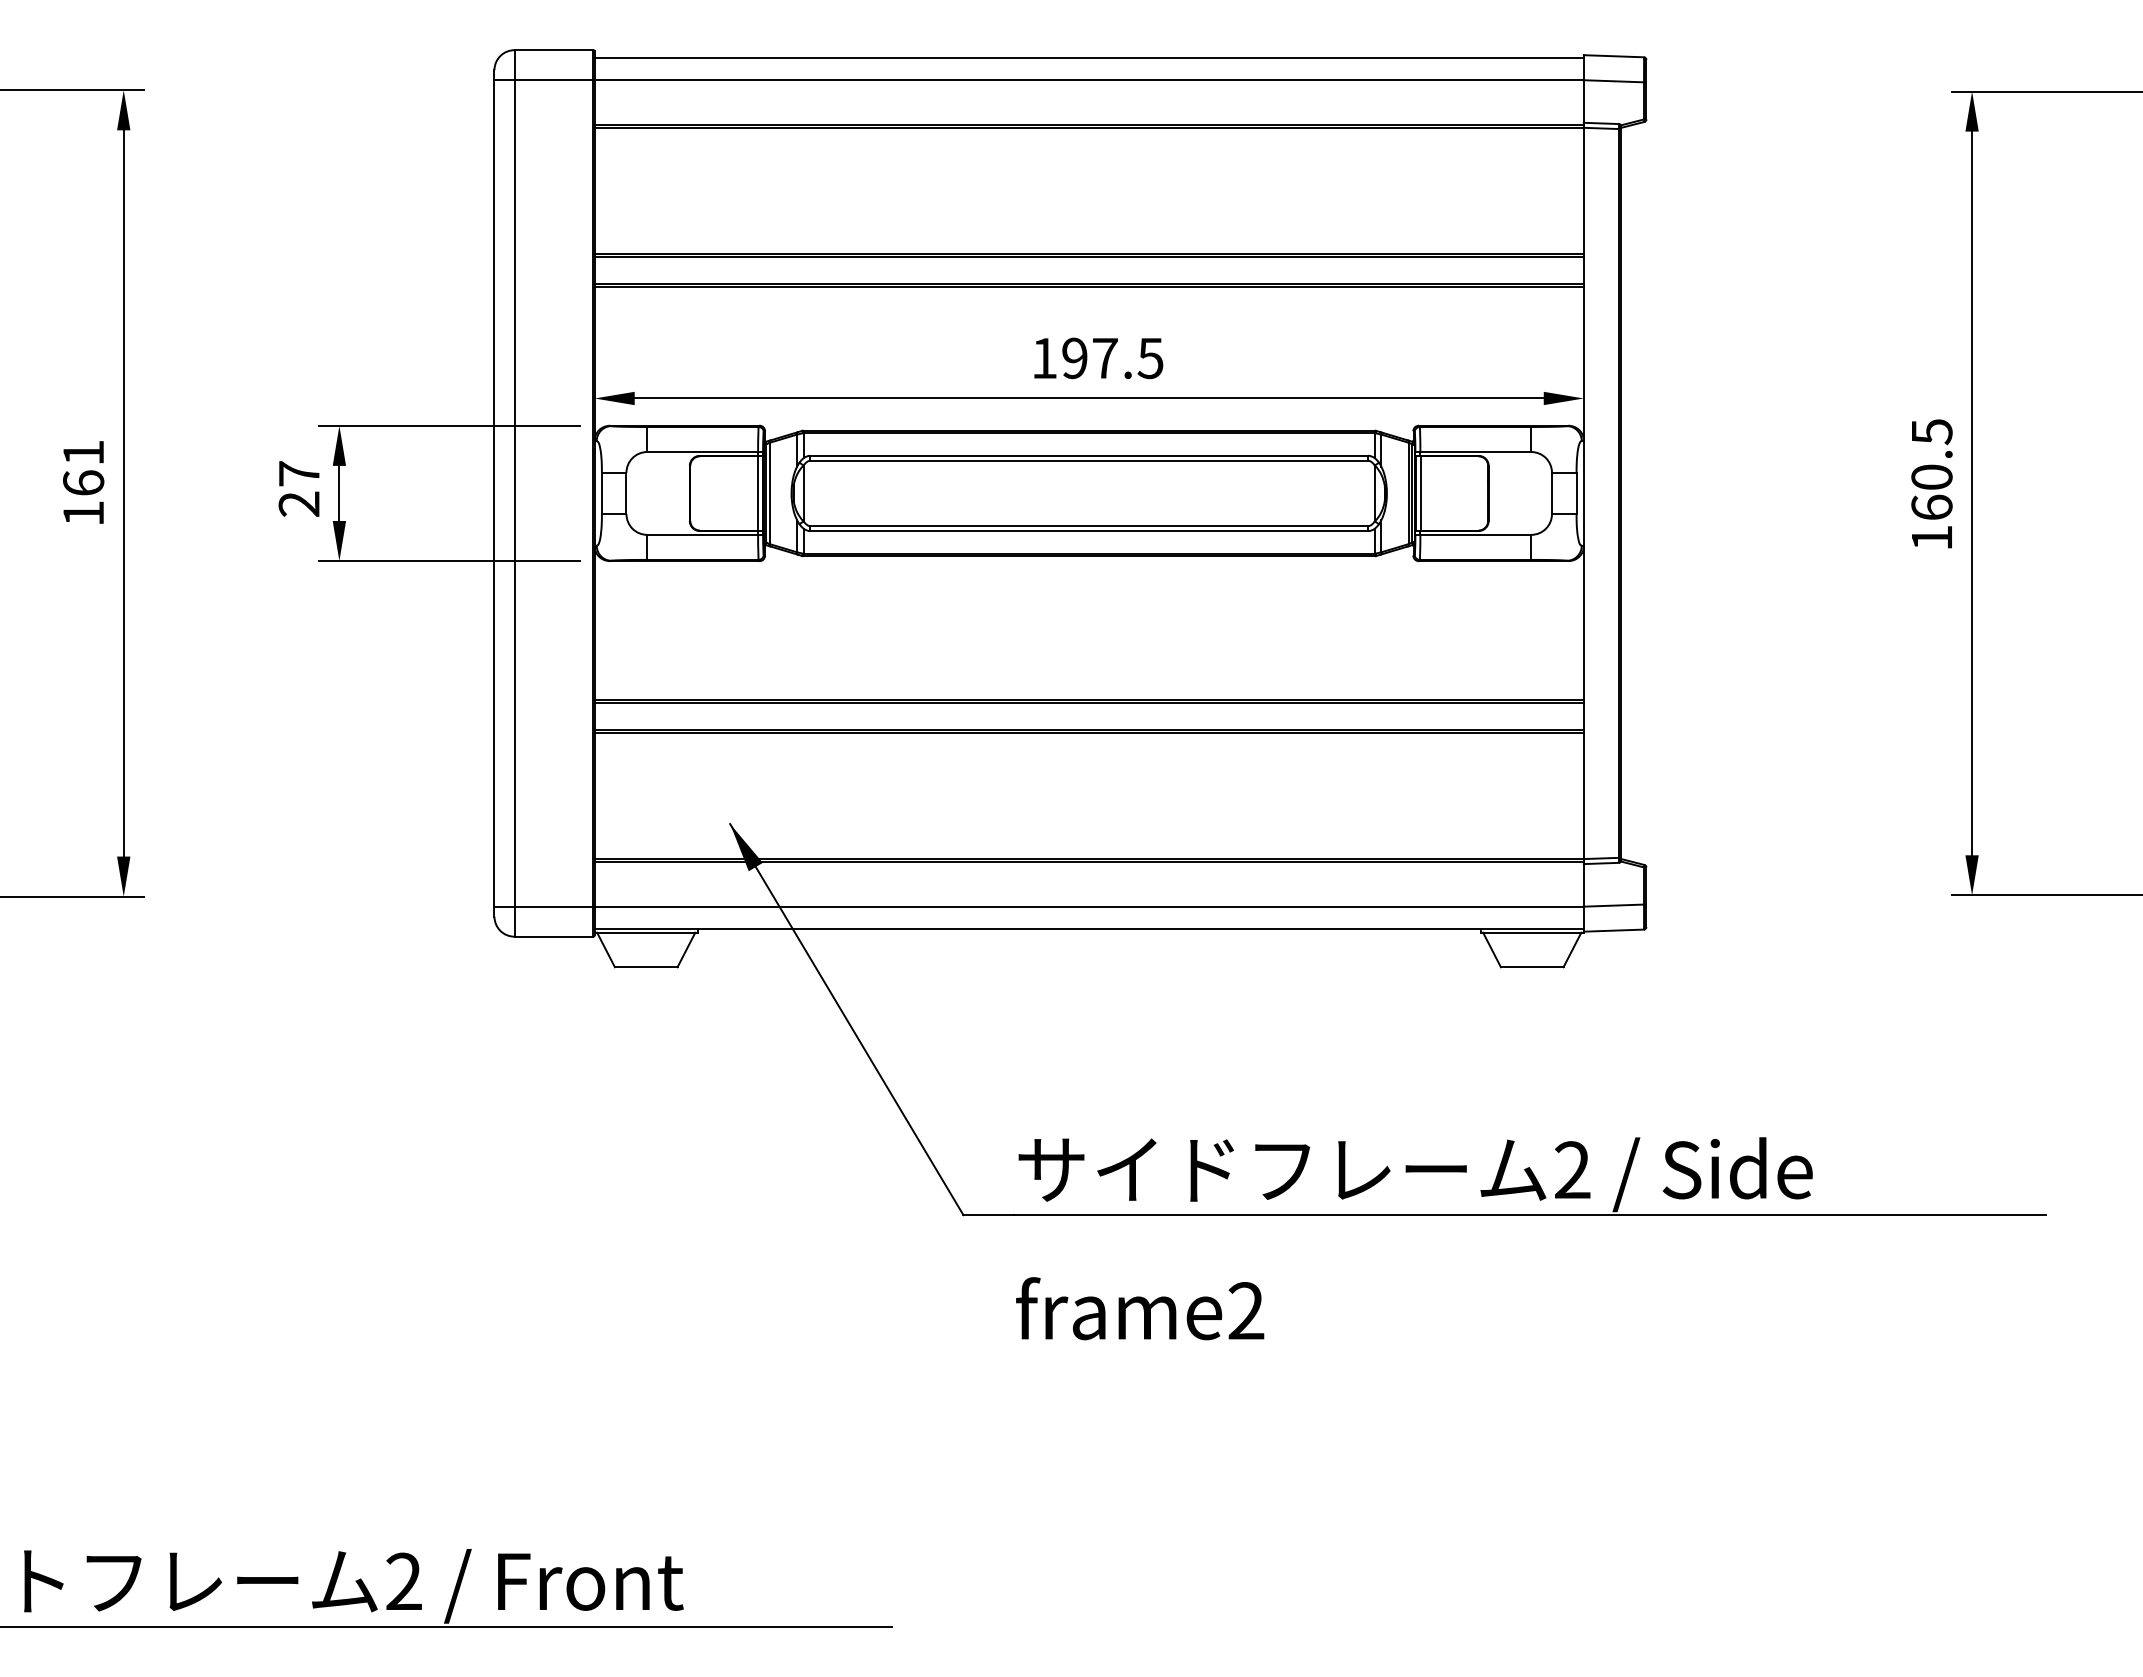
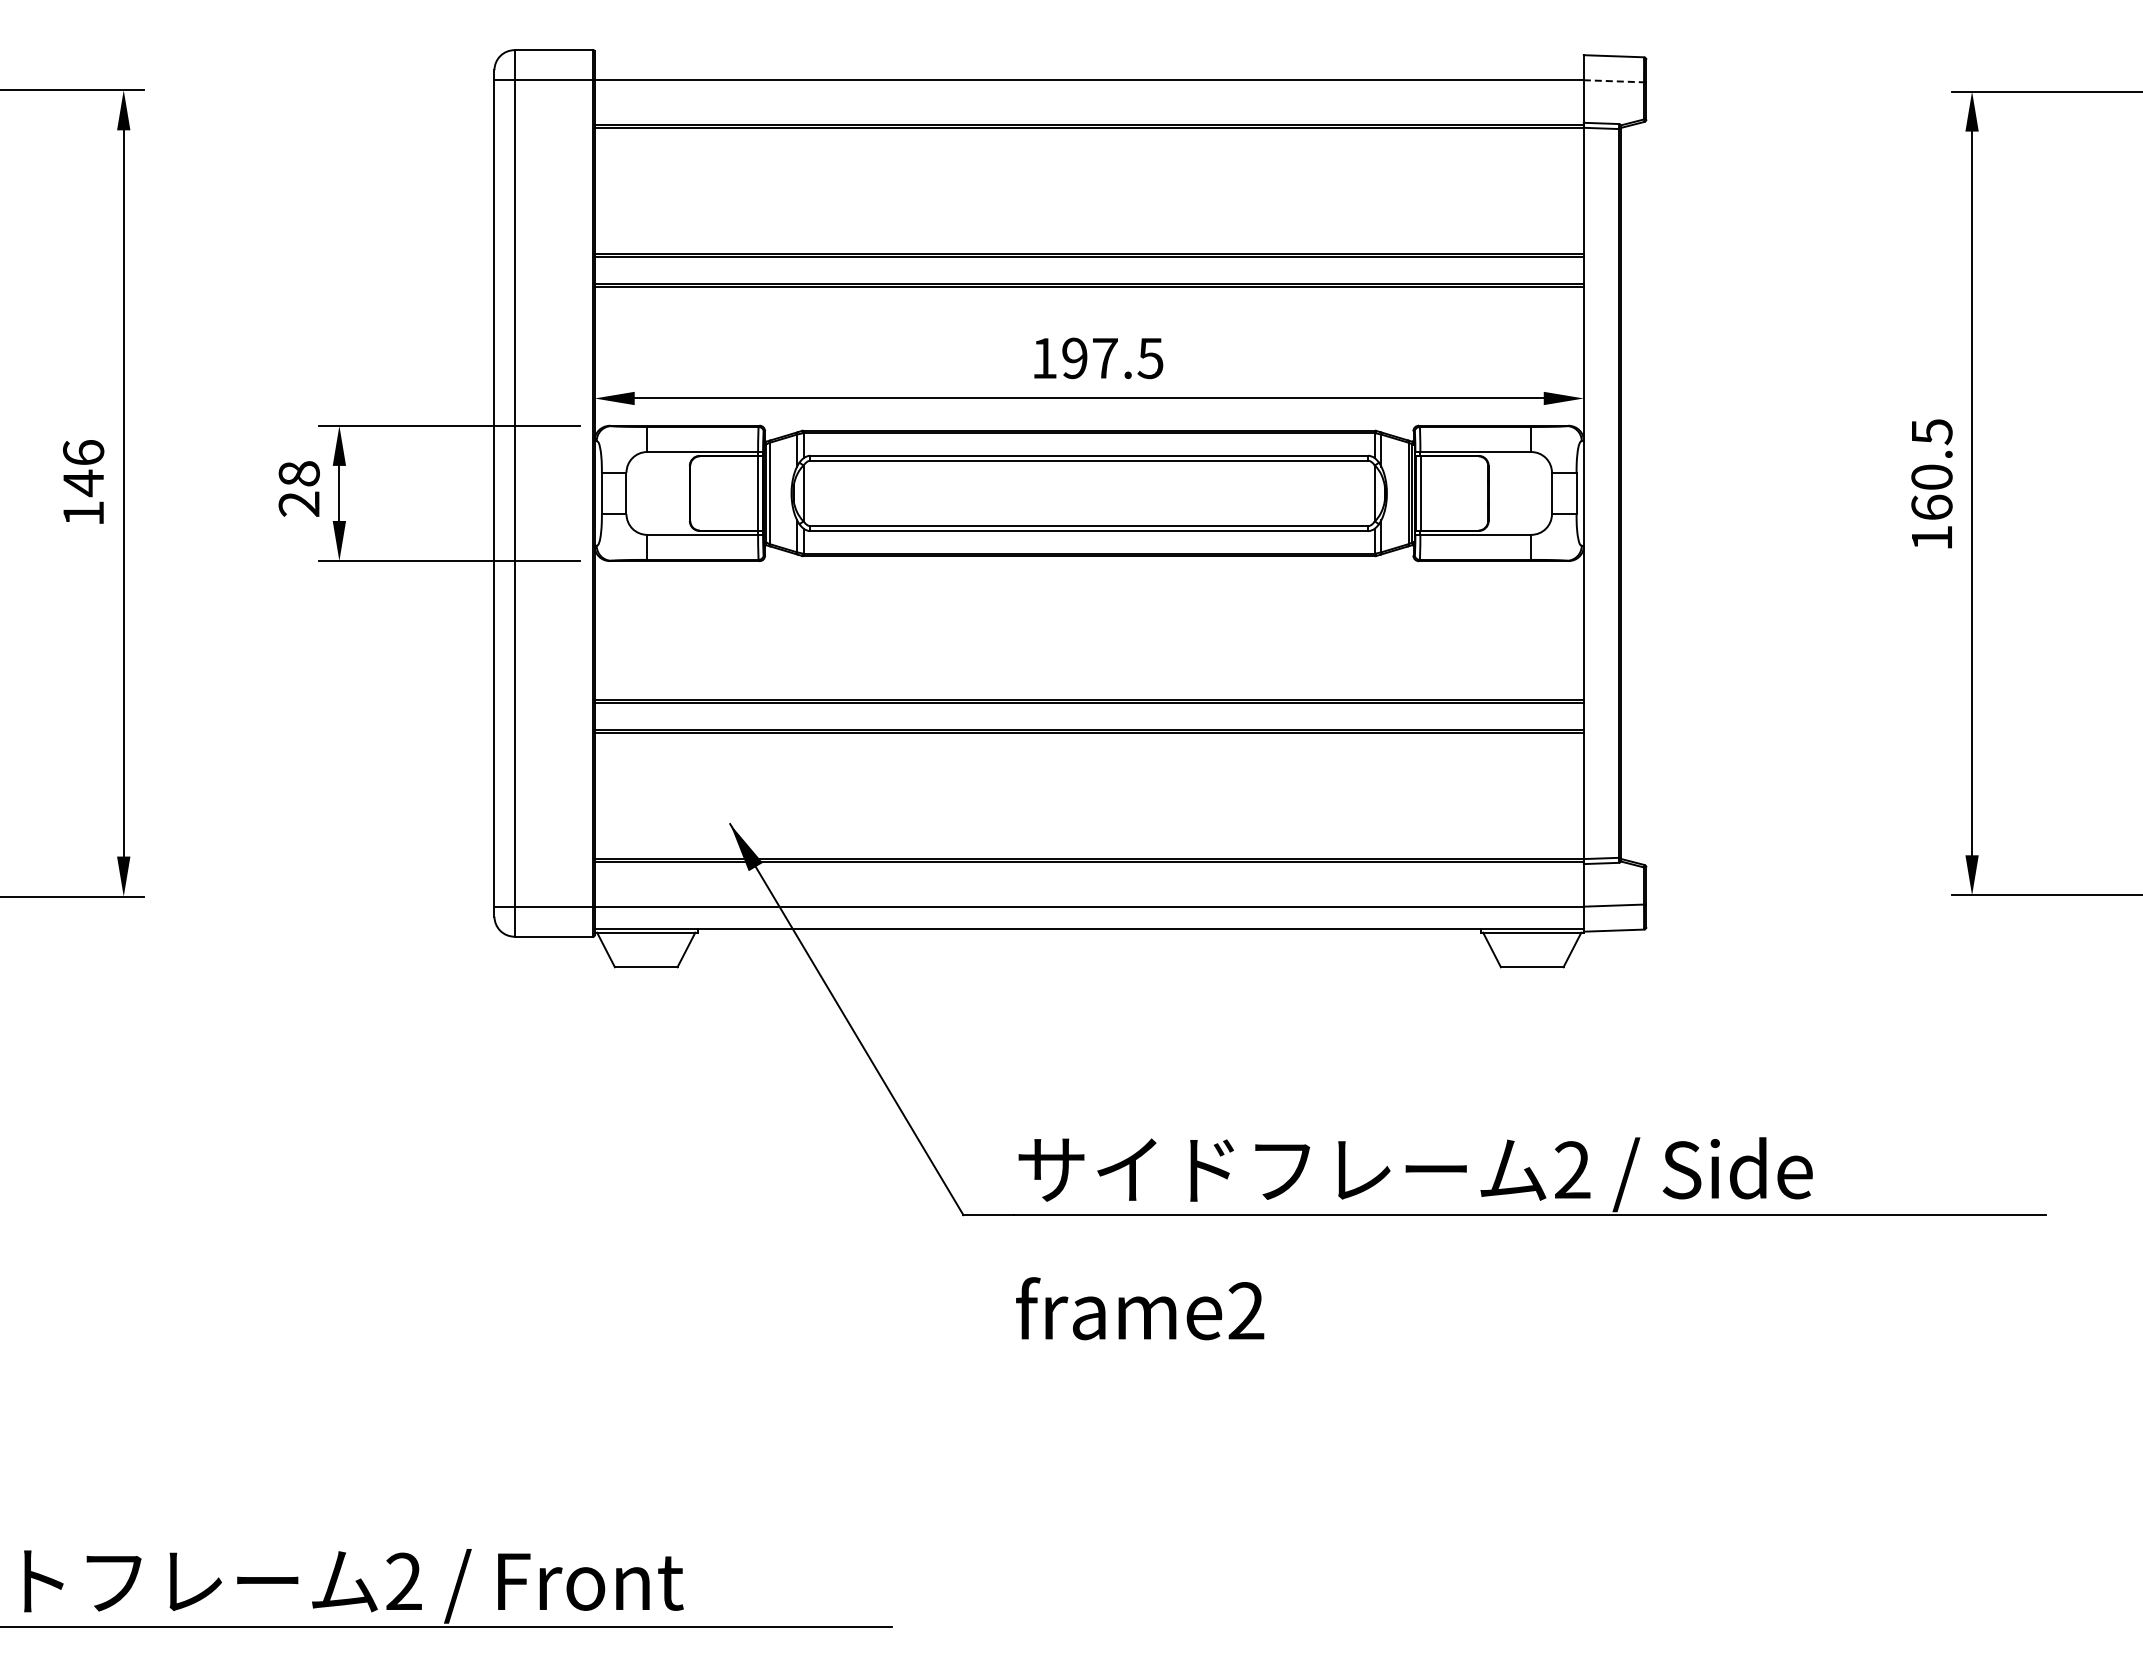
line at (1088, 57): present -> none
line at (1614, 81): solid -> dashed
text at (83, 468): 161 -> 146
text at (298, 473): 27 -> 28
